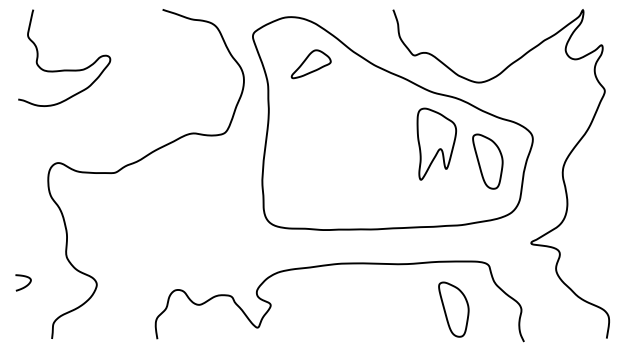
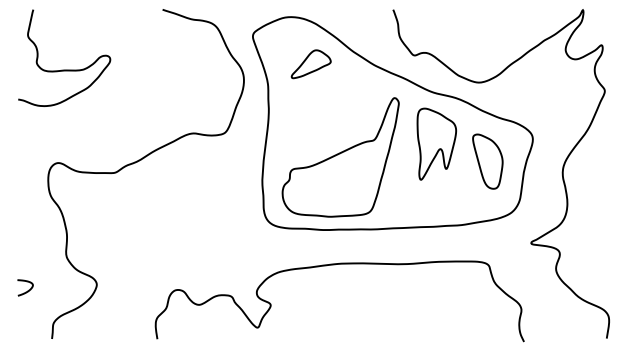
part at (340, 157): none -> present
curve at (26, 284) position: (26, 284) -> (28, 289)
part at (453, 309): present -> none
